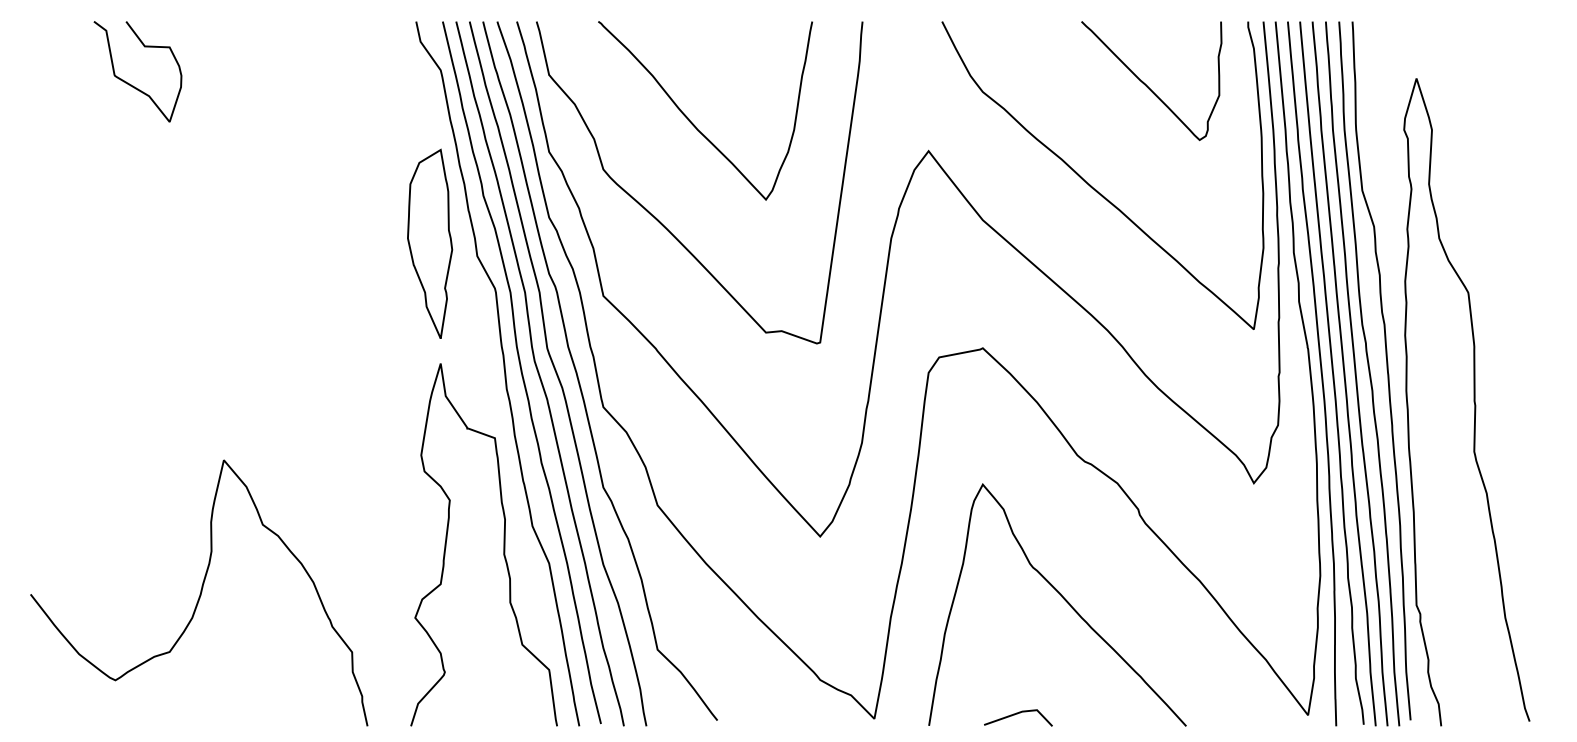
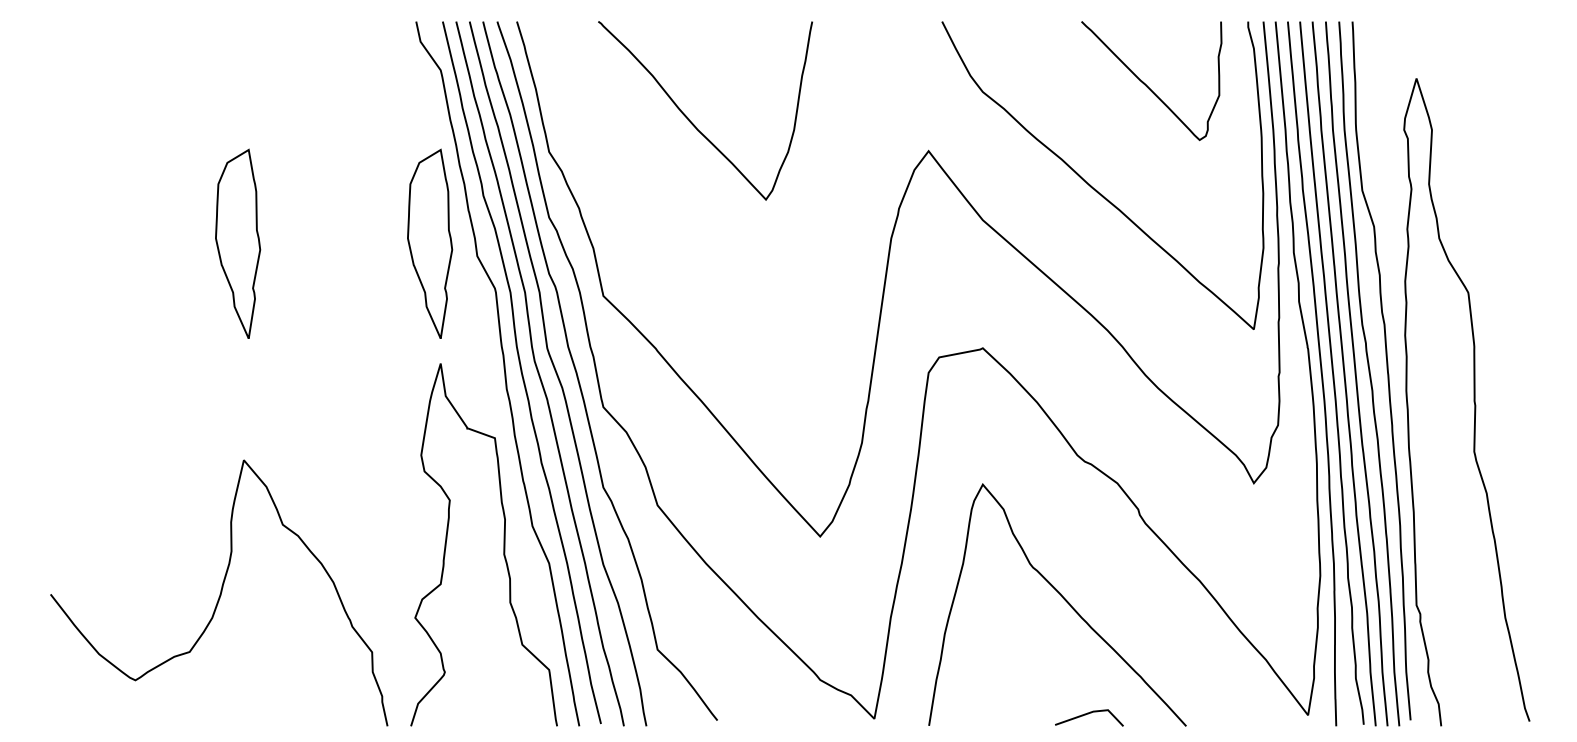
curve at (128, 82): present -> none
curve at (660, 221): present -> none
part at (238, 243): none -> present
curve at (200, 592) position: (200, 592) -> (220, 592)
line at (1017, 714) position: (1017, 714) -> (1088, 714)
